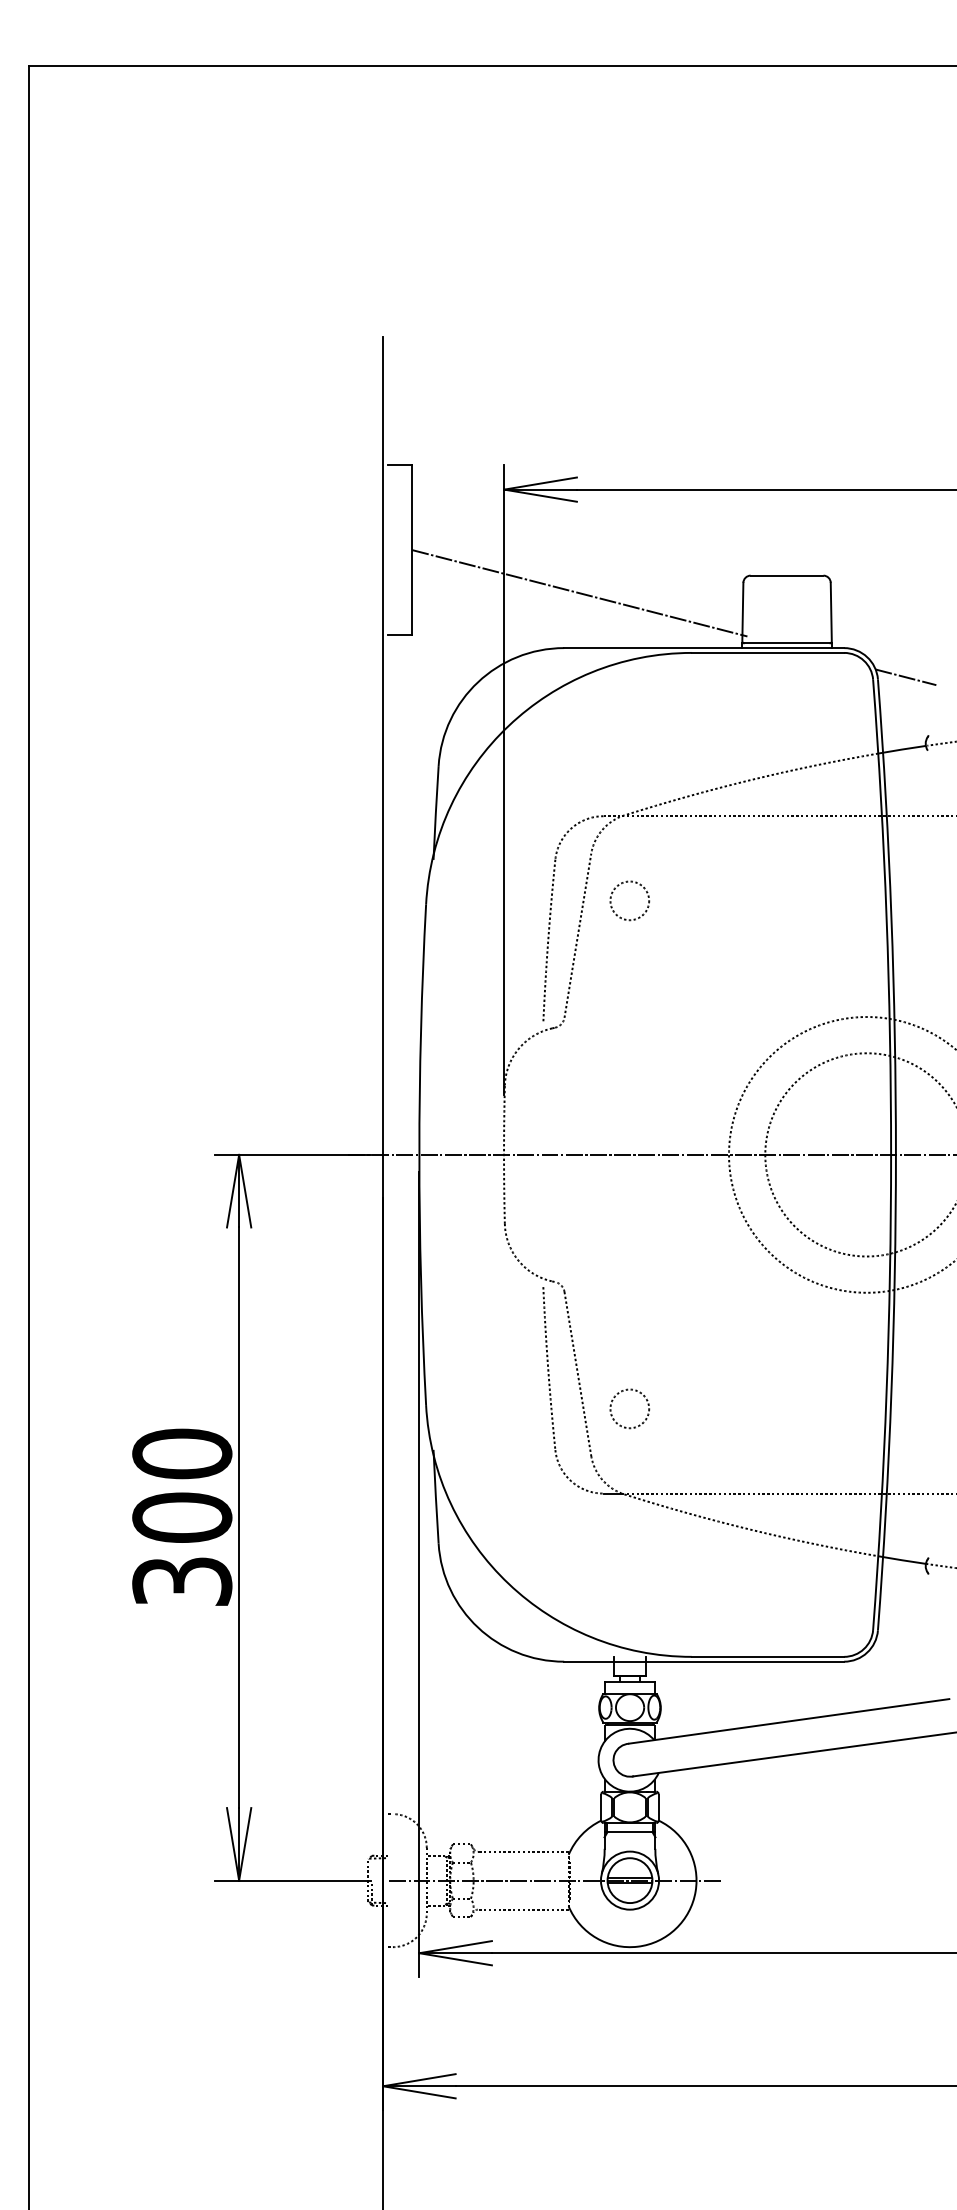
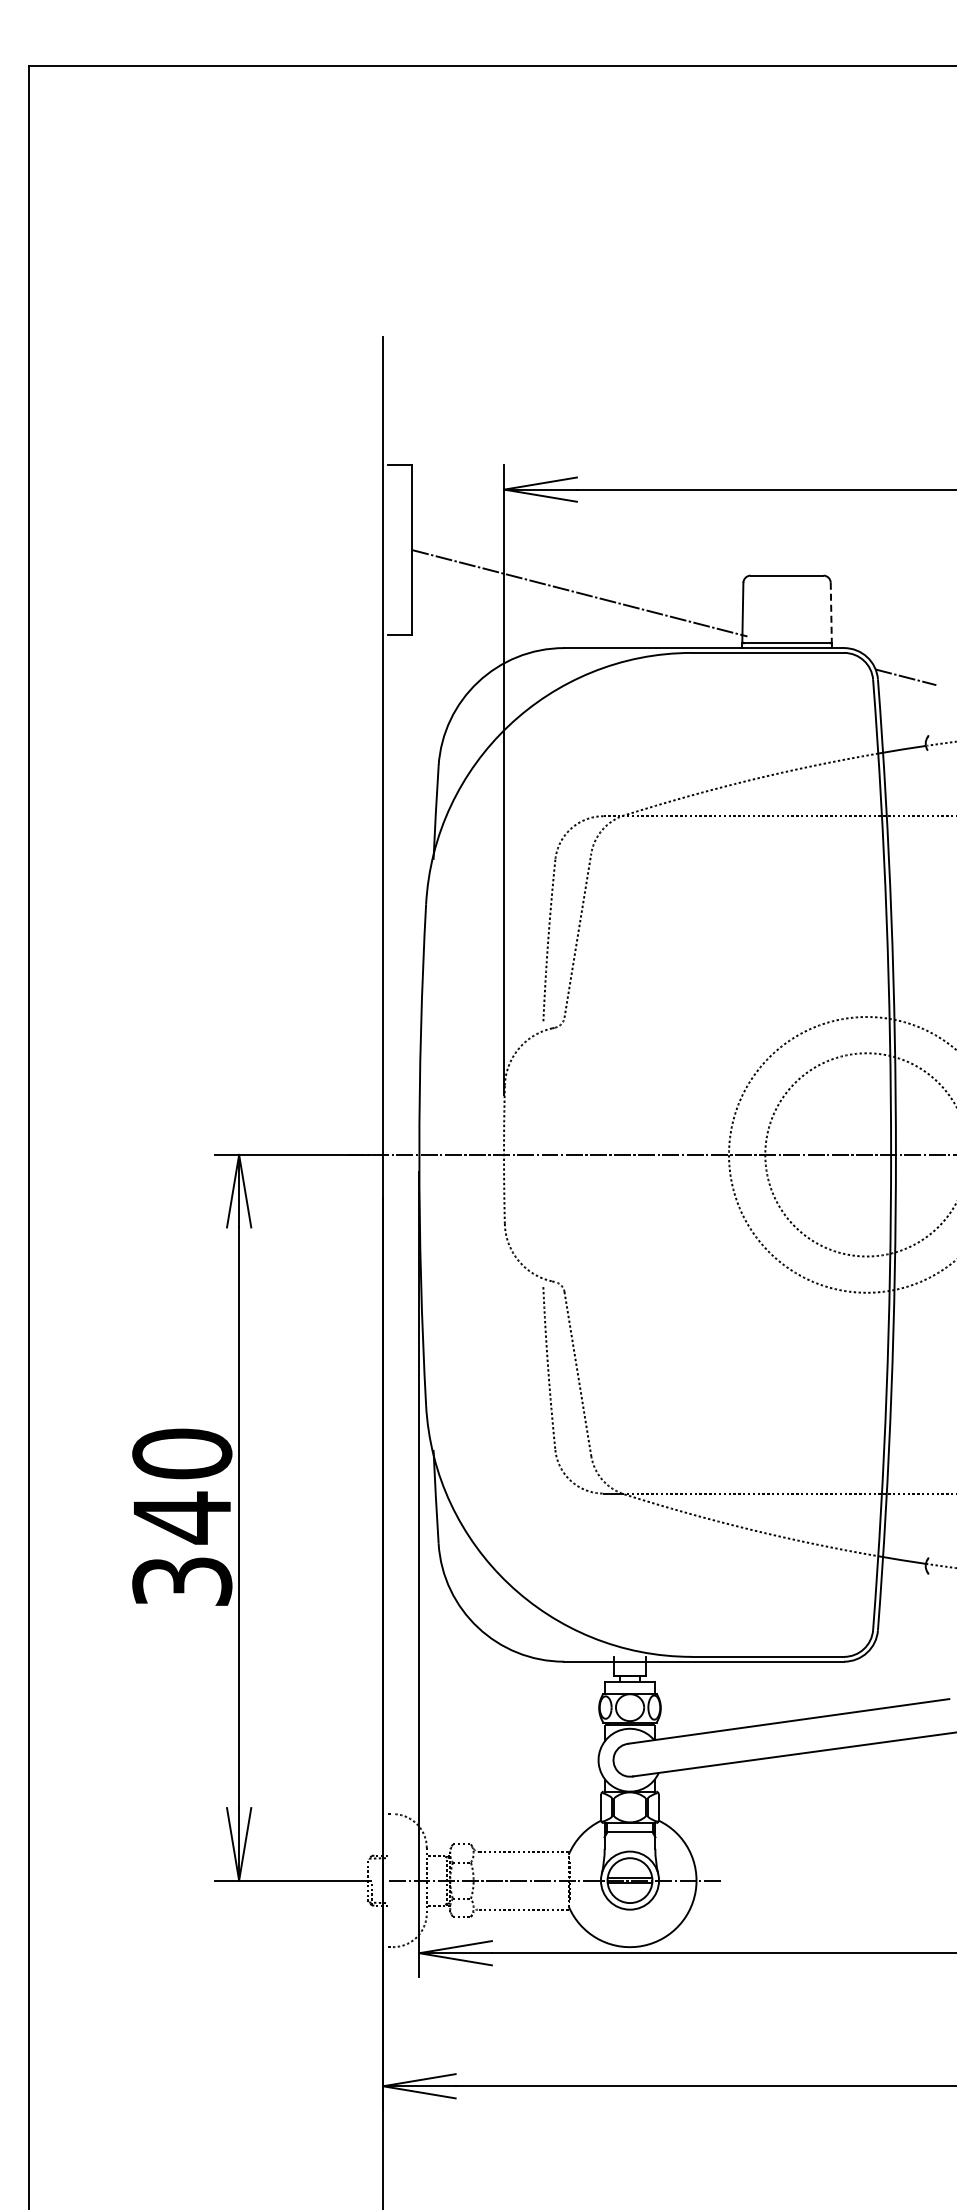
line at (831, 612): solid -> dashed
circle at (629, 900): present -> none
circle at (629, 1408): present -> none
text at (182, 1517): 300 -> 340
